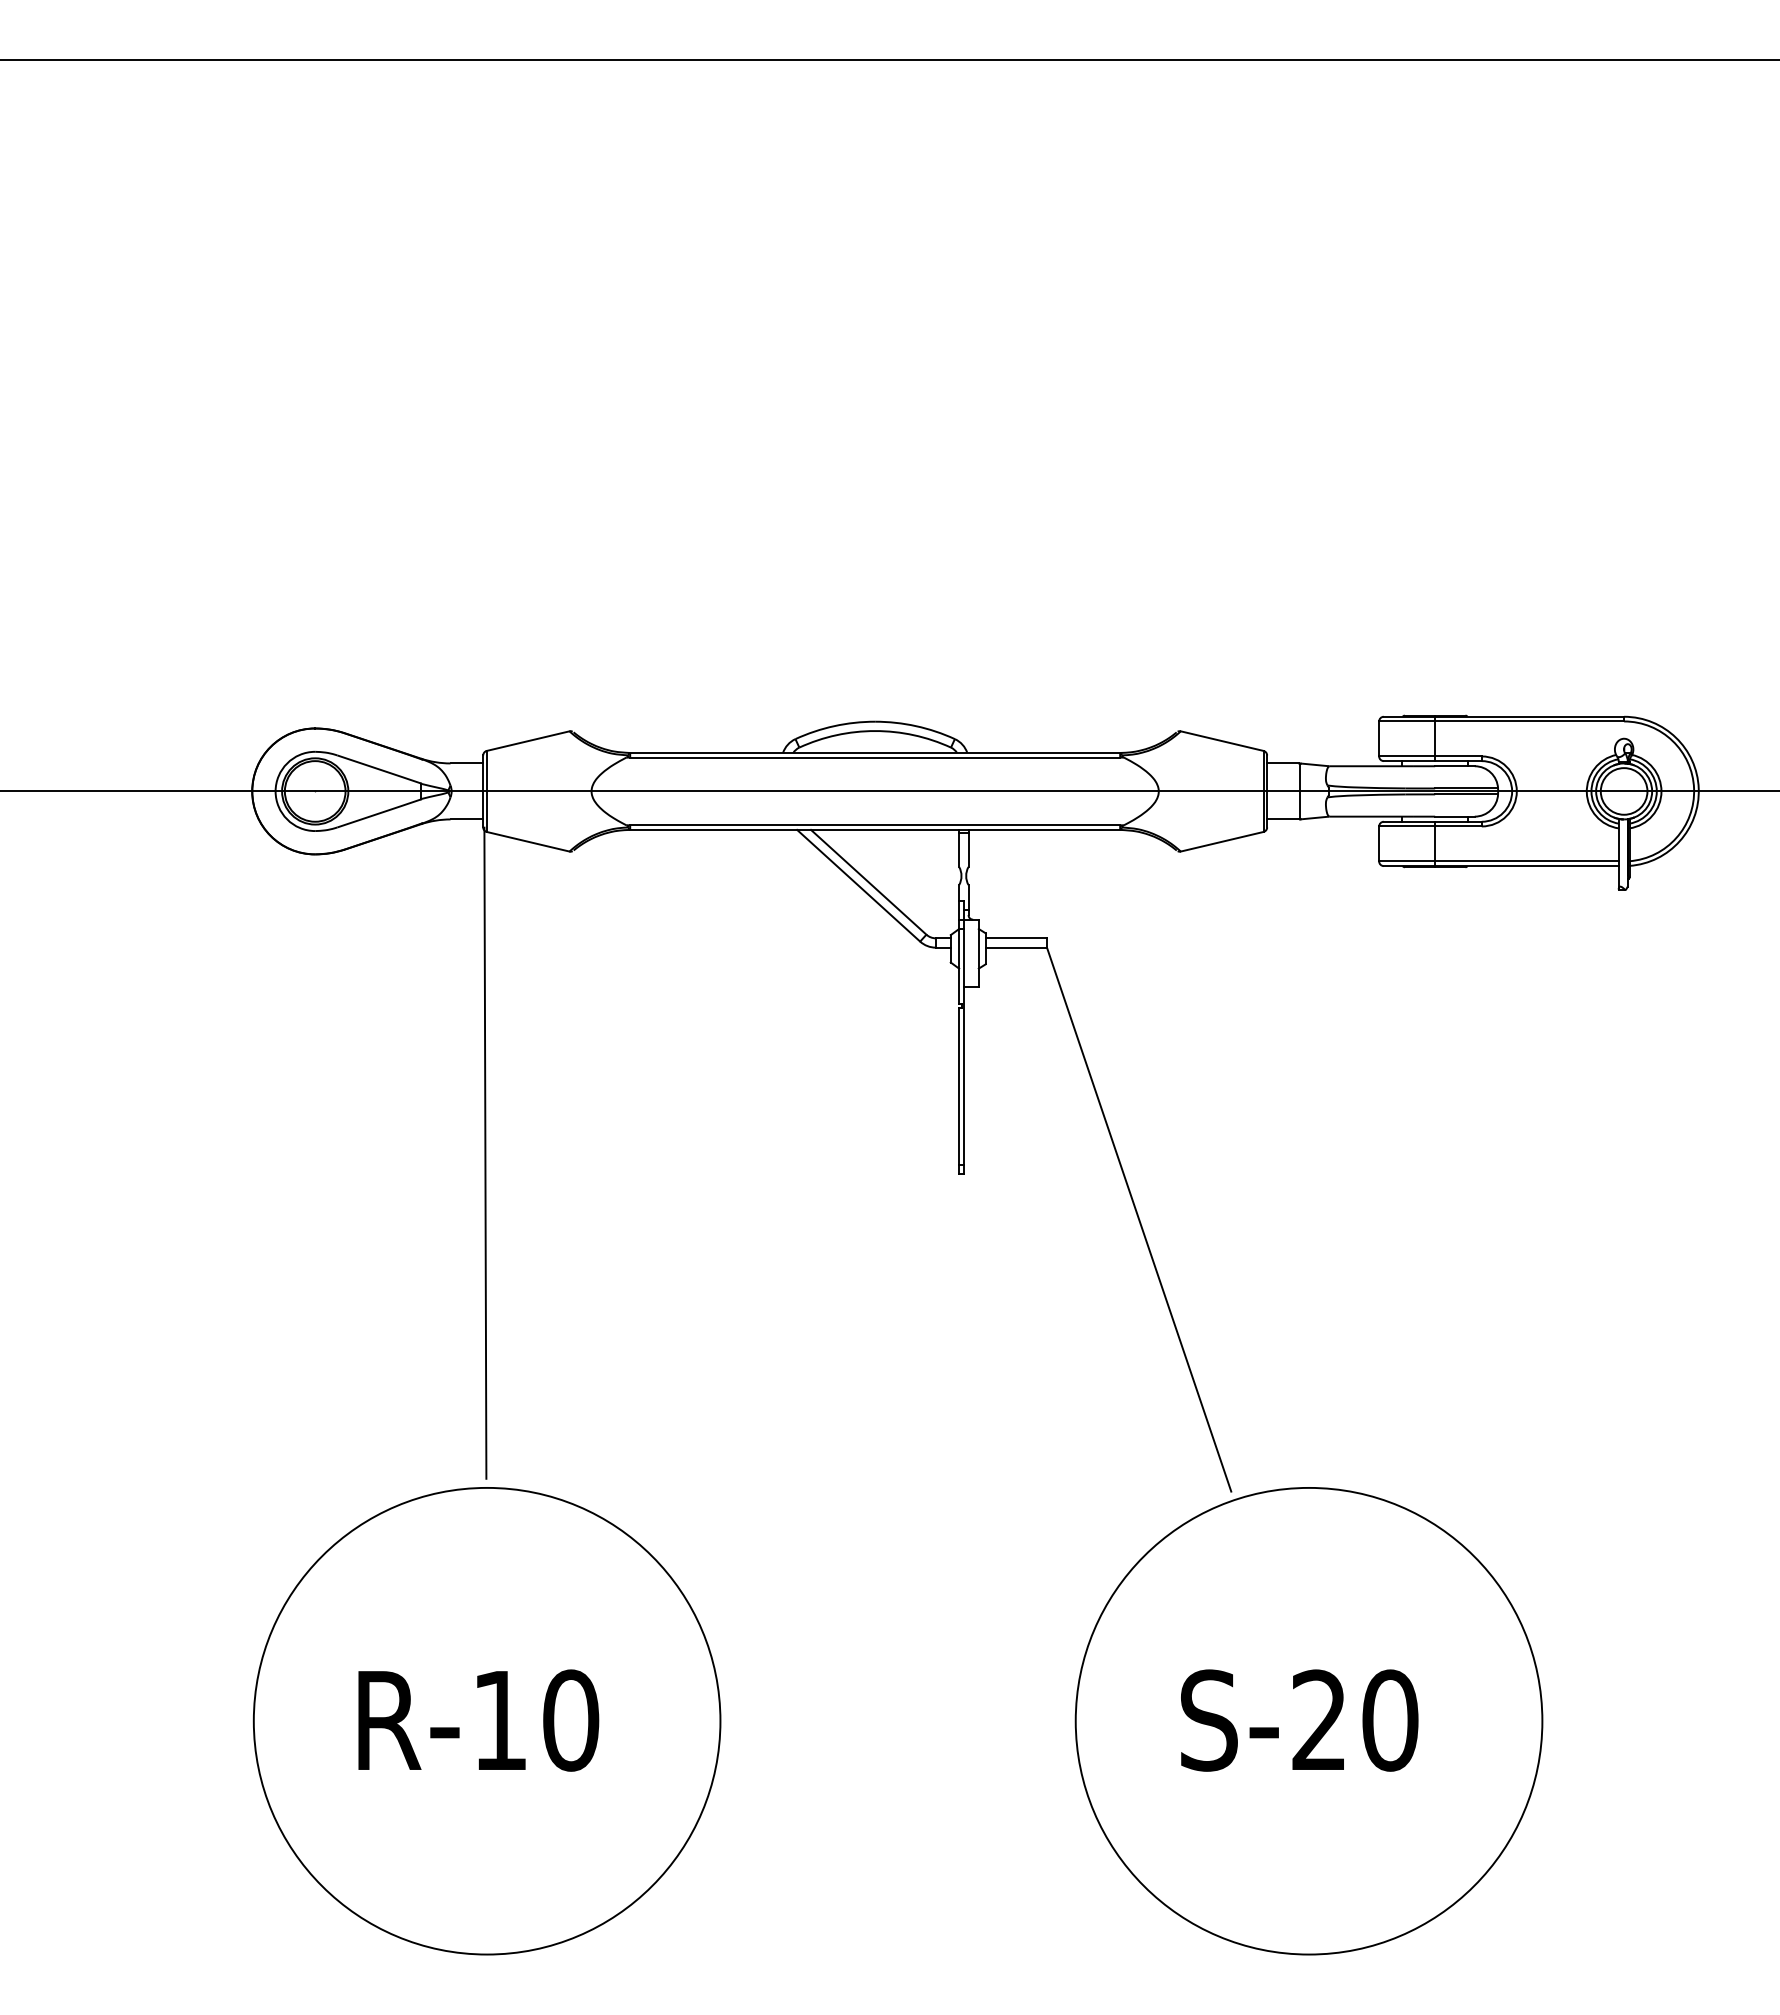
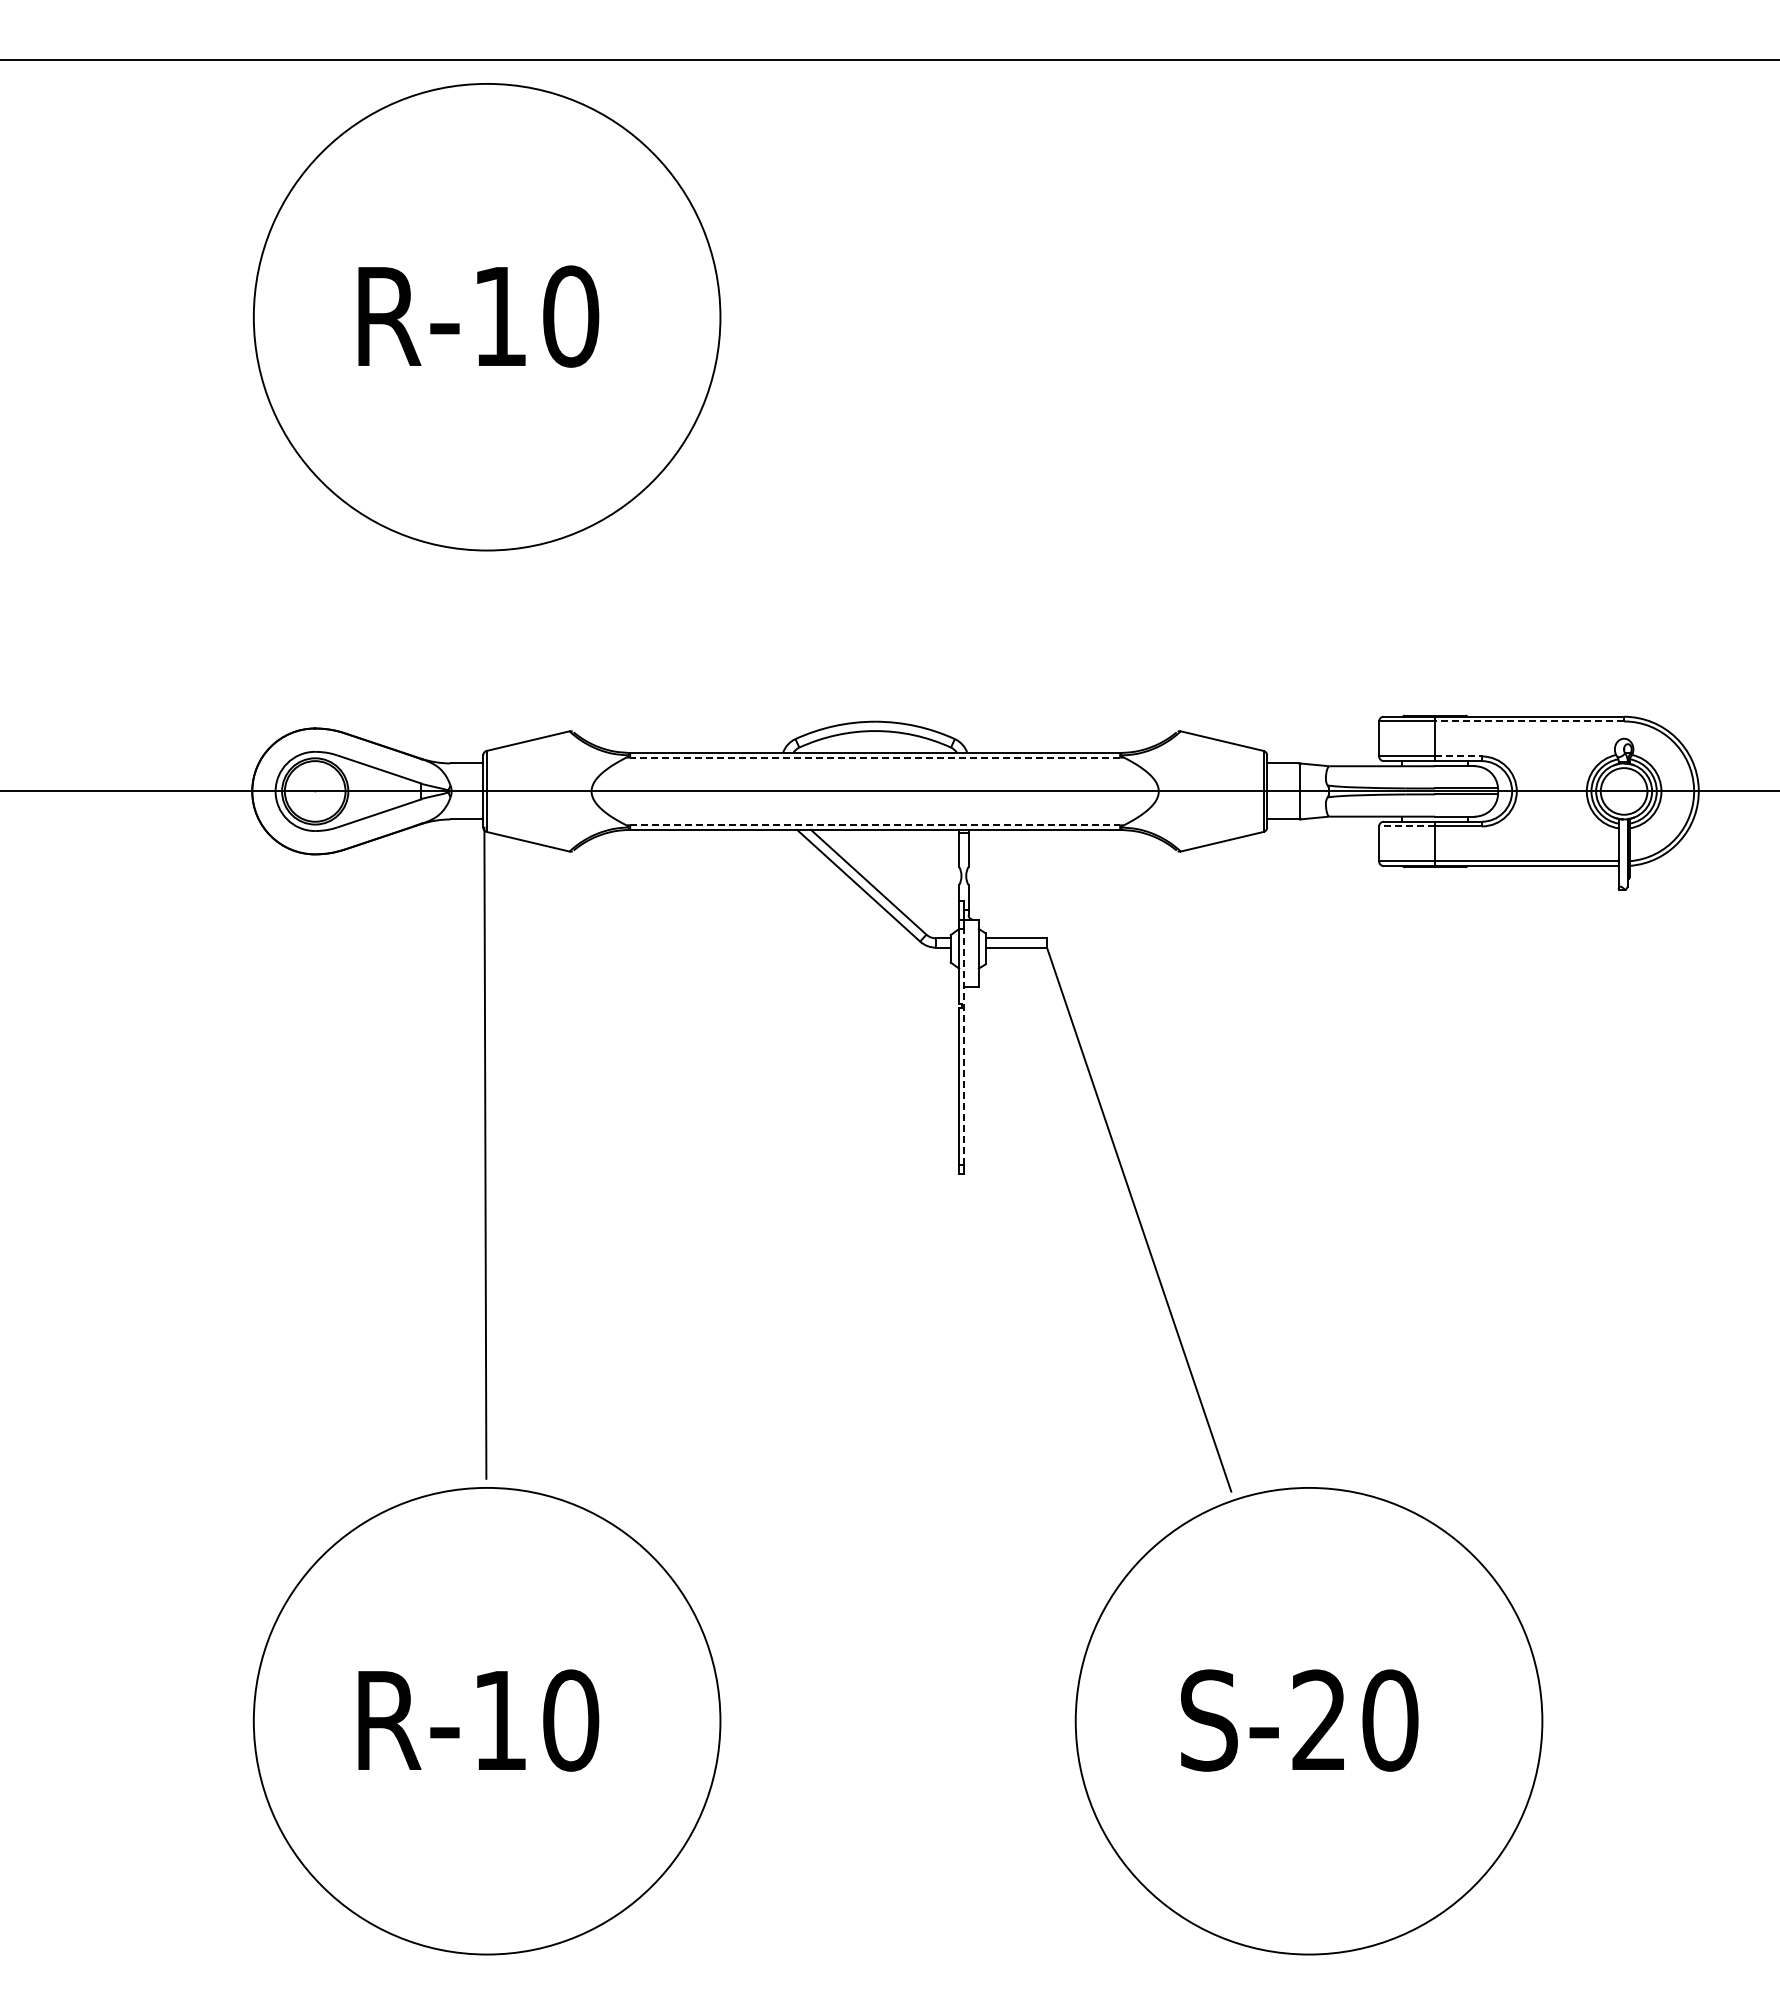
part at (486, 317): none -> present
line at (1529, 721): solid -> dashed
line at (1458, 756): solid -> dashed
line at (875, 757): solid -> dashed
line at (875, 825): solid -> dashed
line at (1407, 826): solid -> dashed
line at (963, 1046): solid -> dashed
